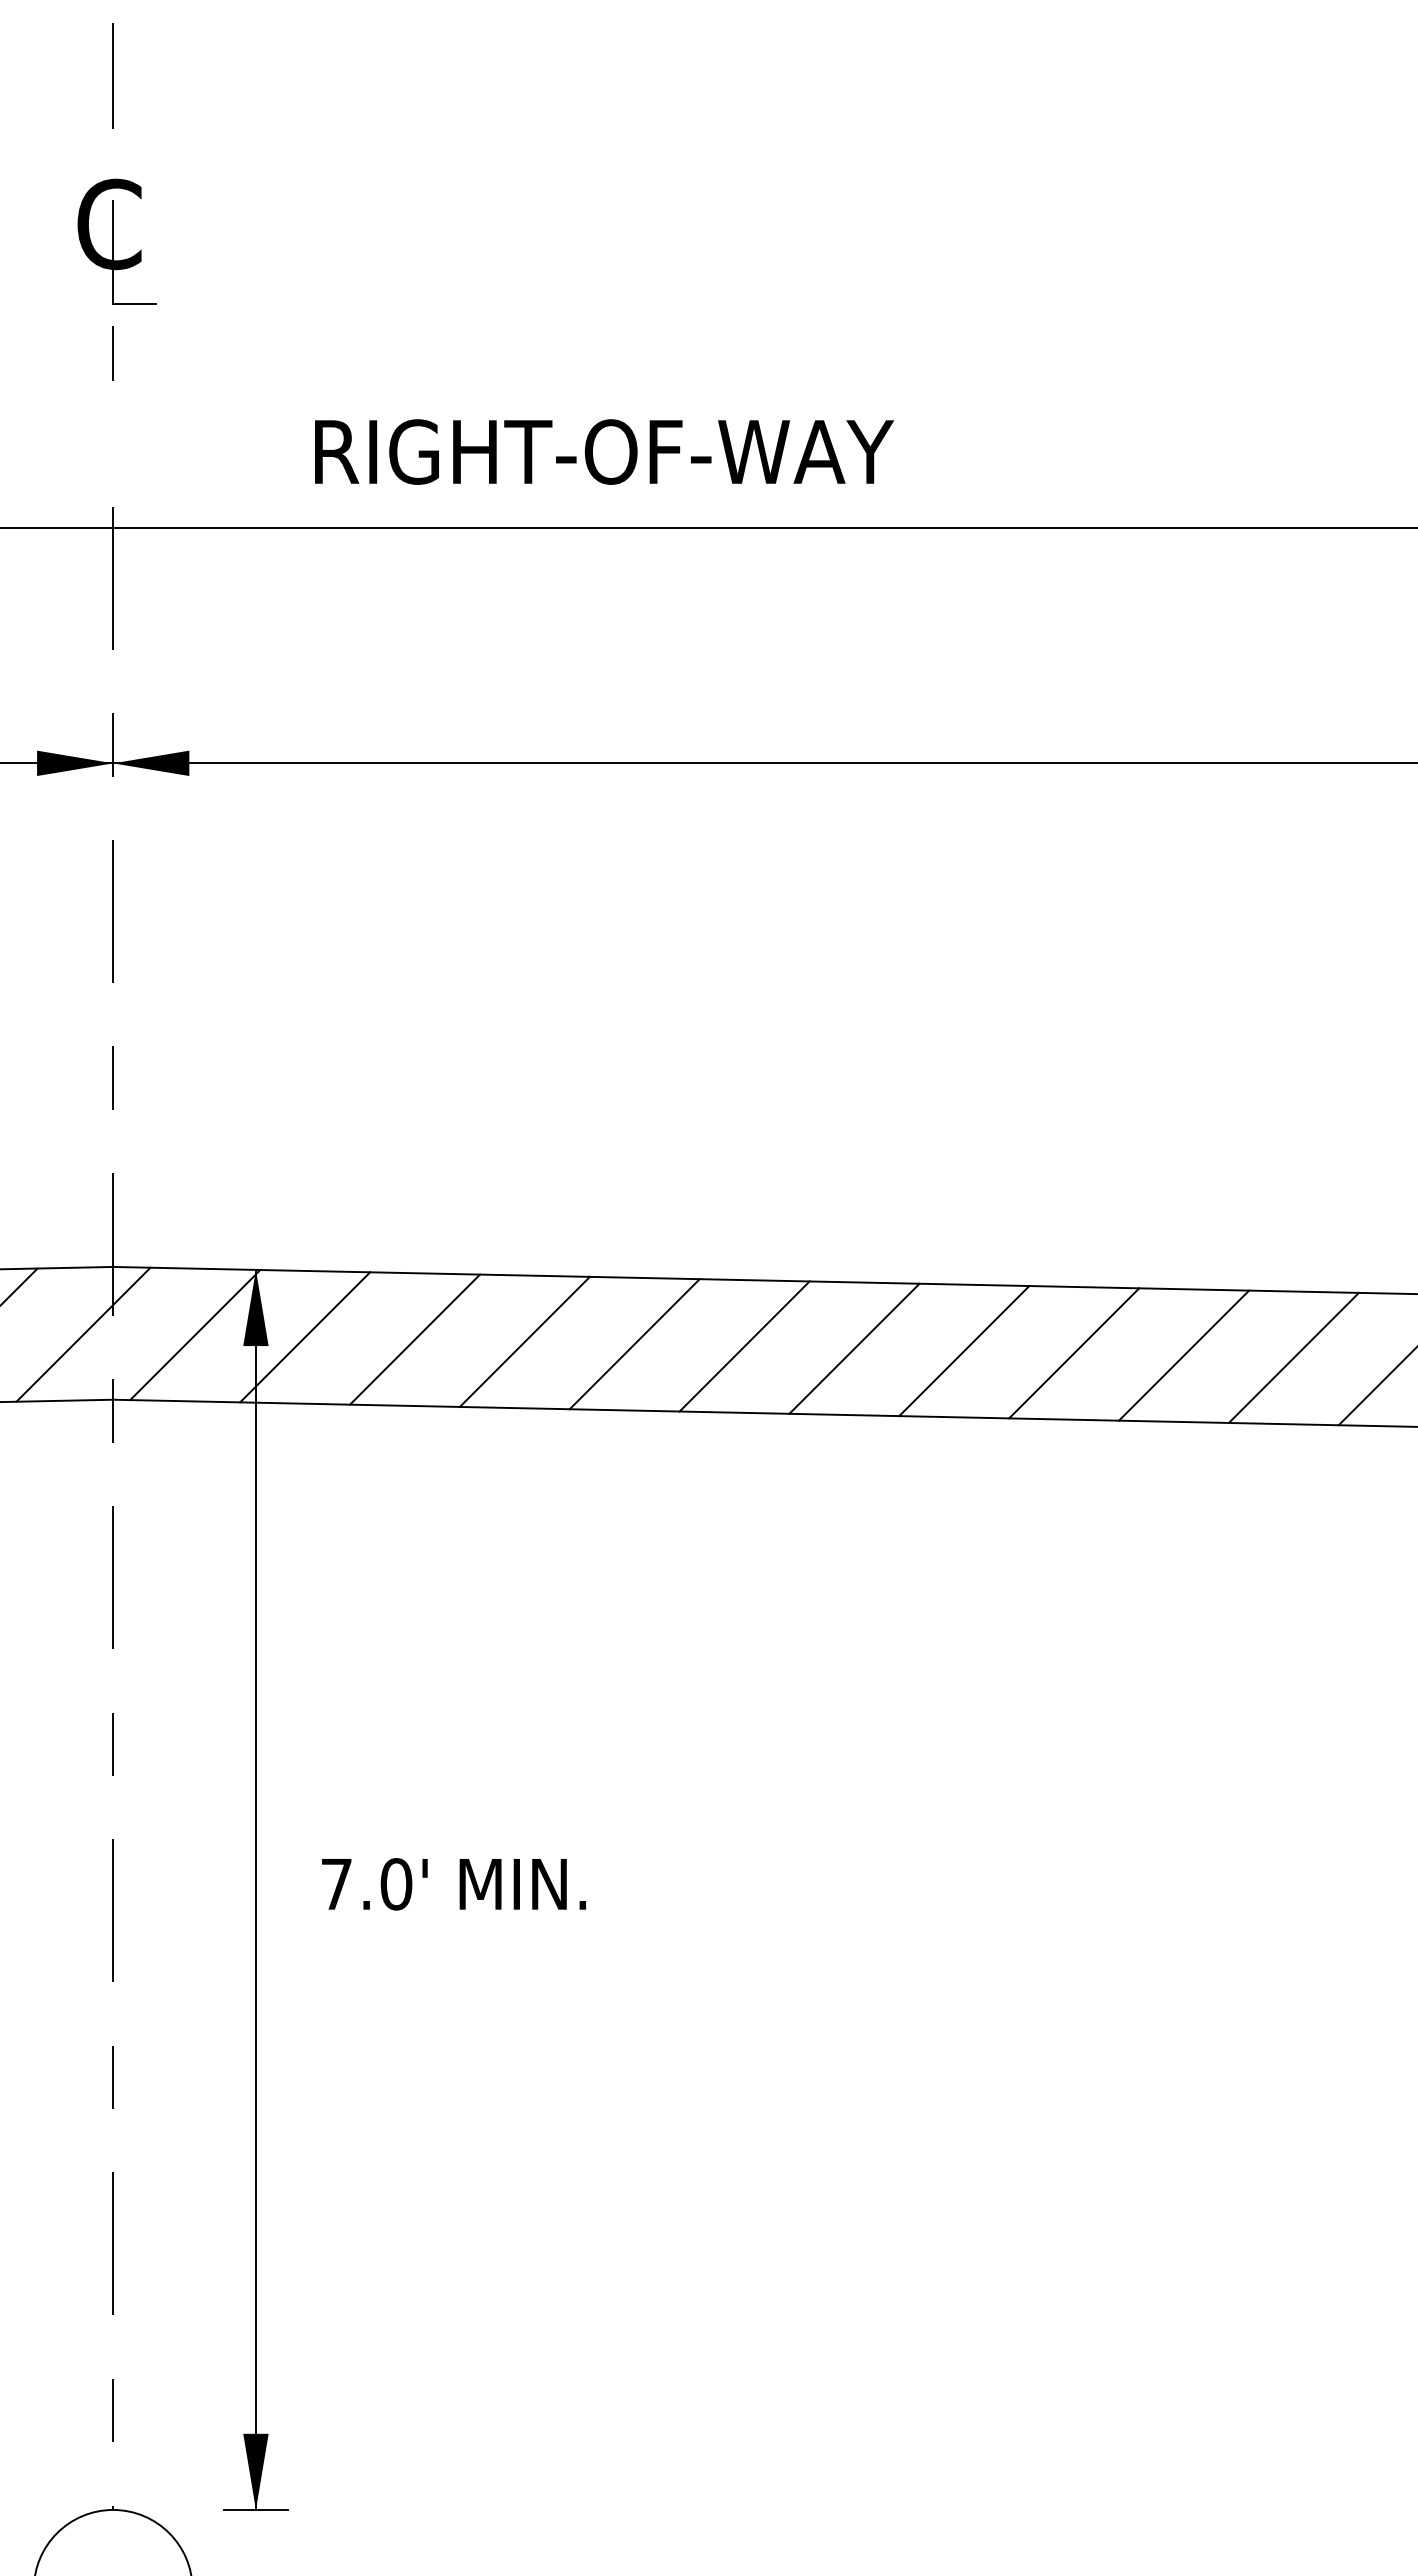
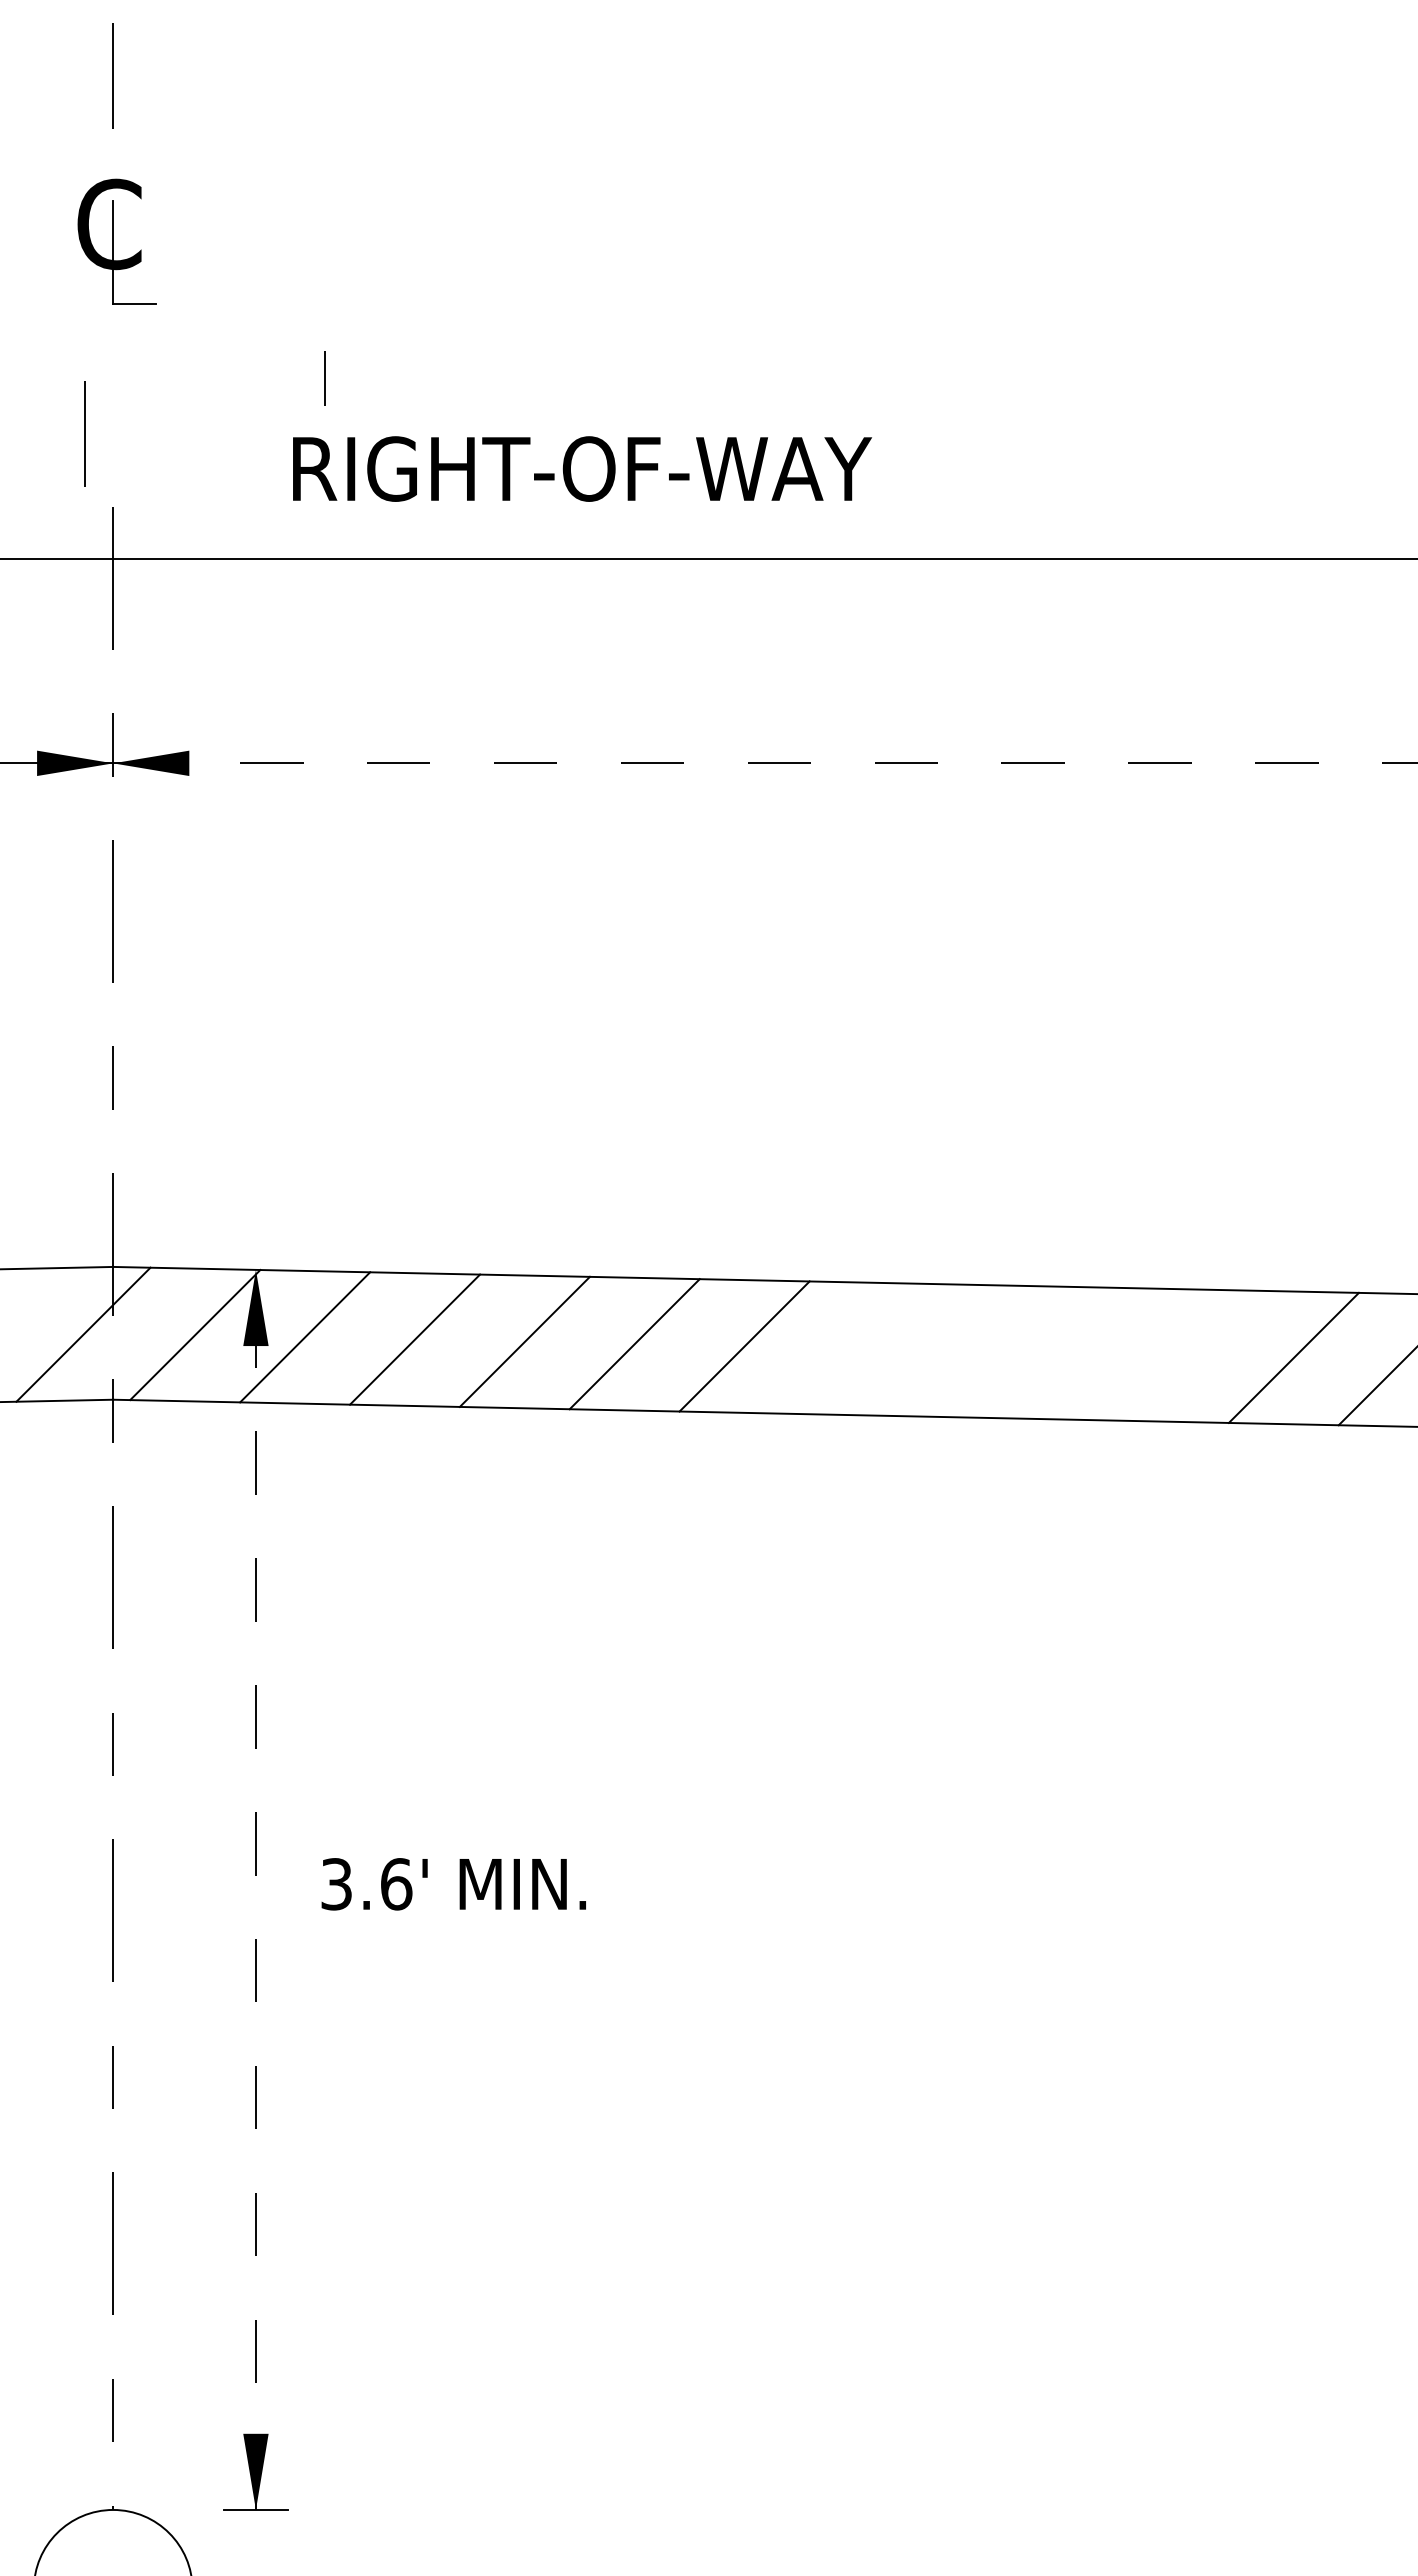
line at (112, 353) position: (112, 353) -> (324, 378)
line at (84, 433): none -> present
text at (604, 451) position: (604, 451) -> (582, 468)
line at (708, 528) position: (708, 528) -> (708, 559)
line at (766, 763): solid -> dashed
line at (19, 1286): present -> none
line at (854, 1348): present -> none
line at (964, 1351): present -> none
line at (1074, 1353): present -> none
line at (1184, 1355): present -> none
text at (366, 1884): 7.0' -> 3.6'
line at (255, 1889): solid -> dashed
